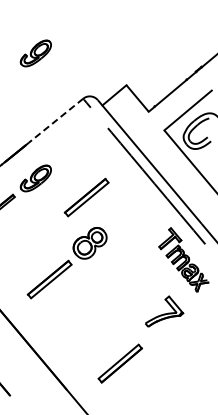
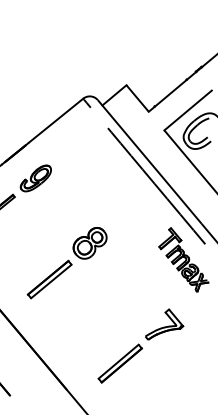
part at (35, 53): present -> none
line at (56, 120): dashed -> solid
part at (86, 197): present -> none
part at (164, 311) position: (164, 311) -> (164, 324)
